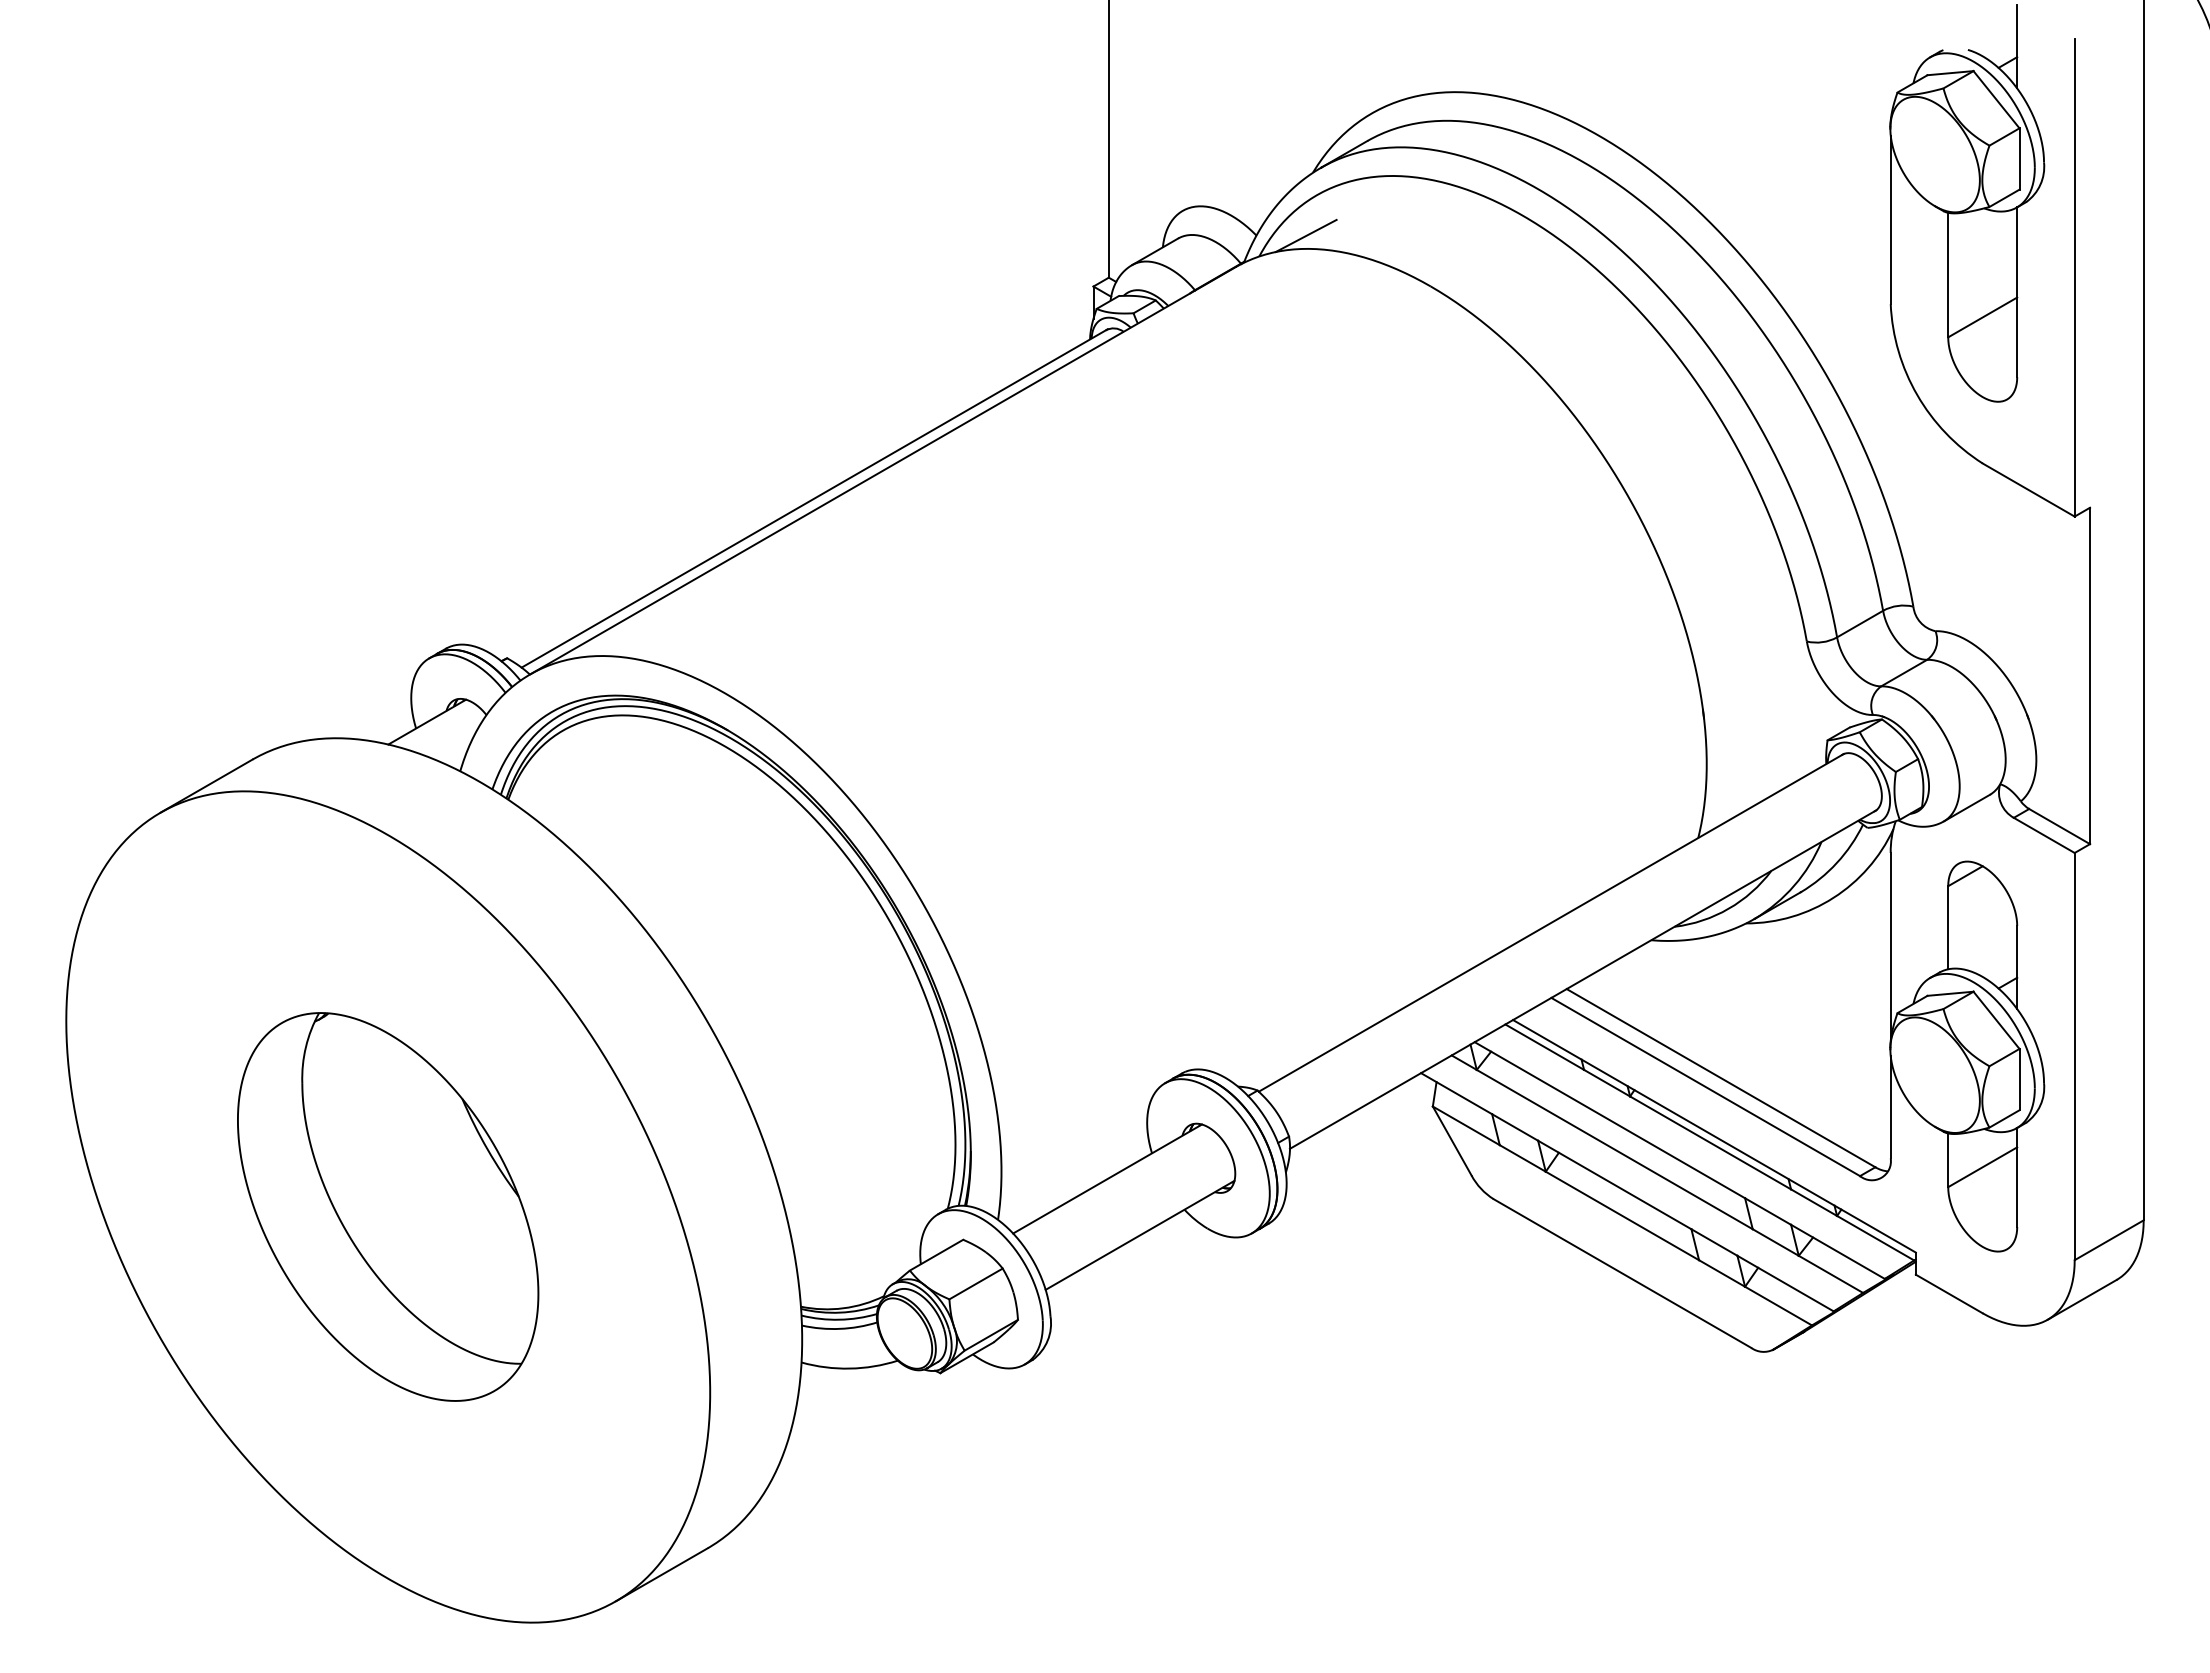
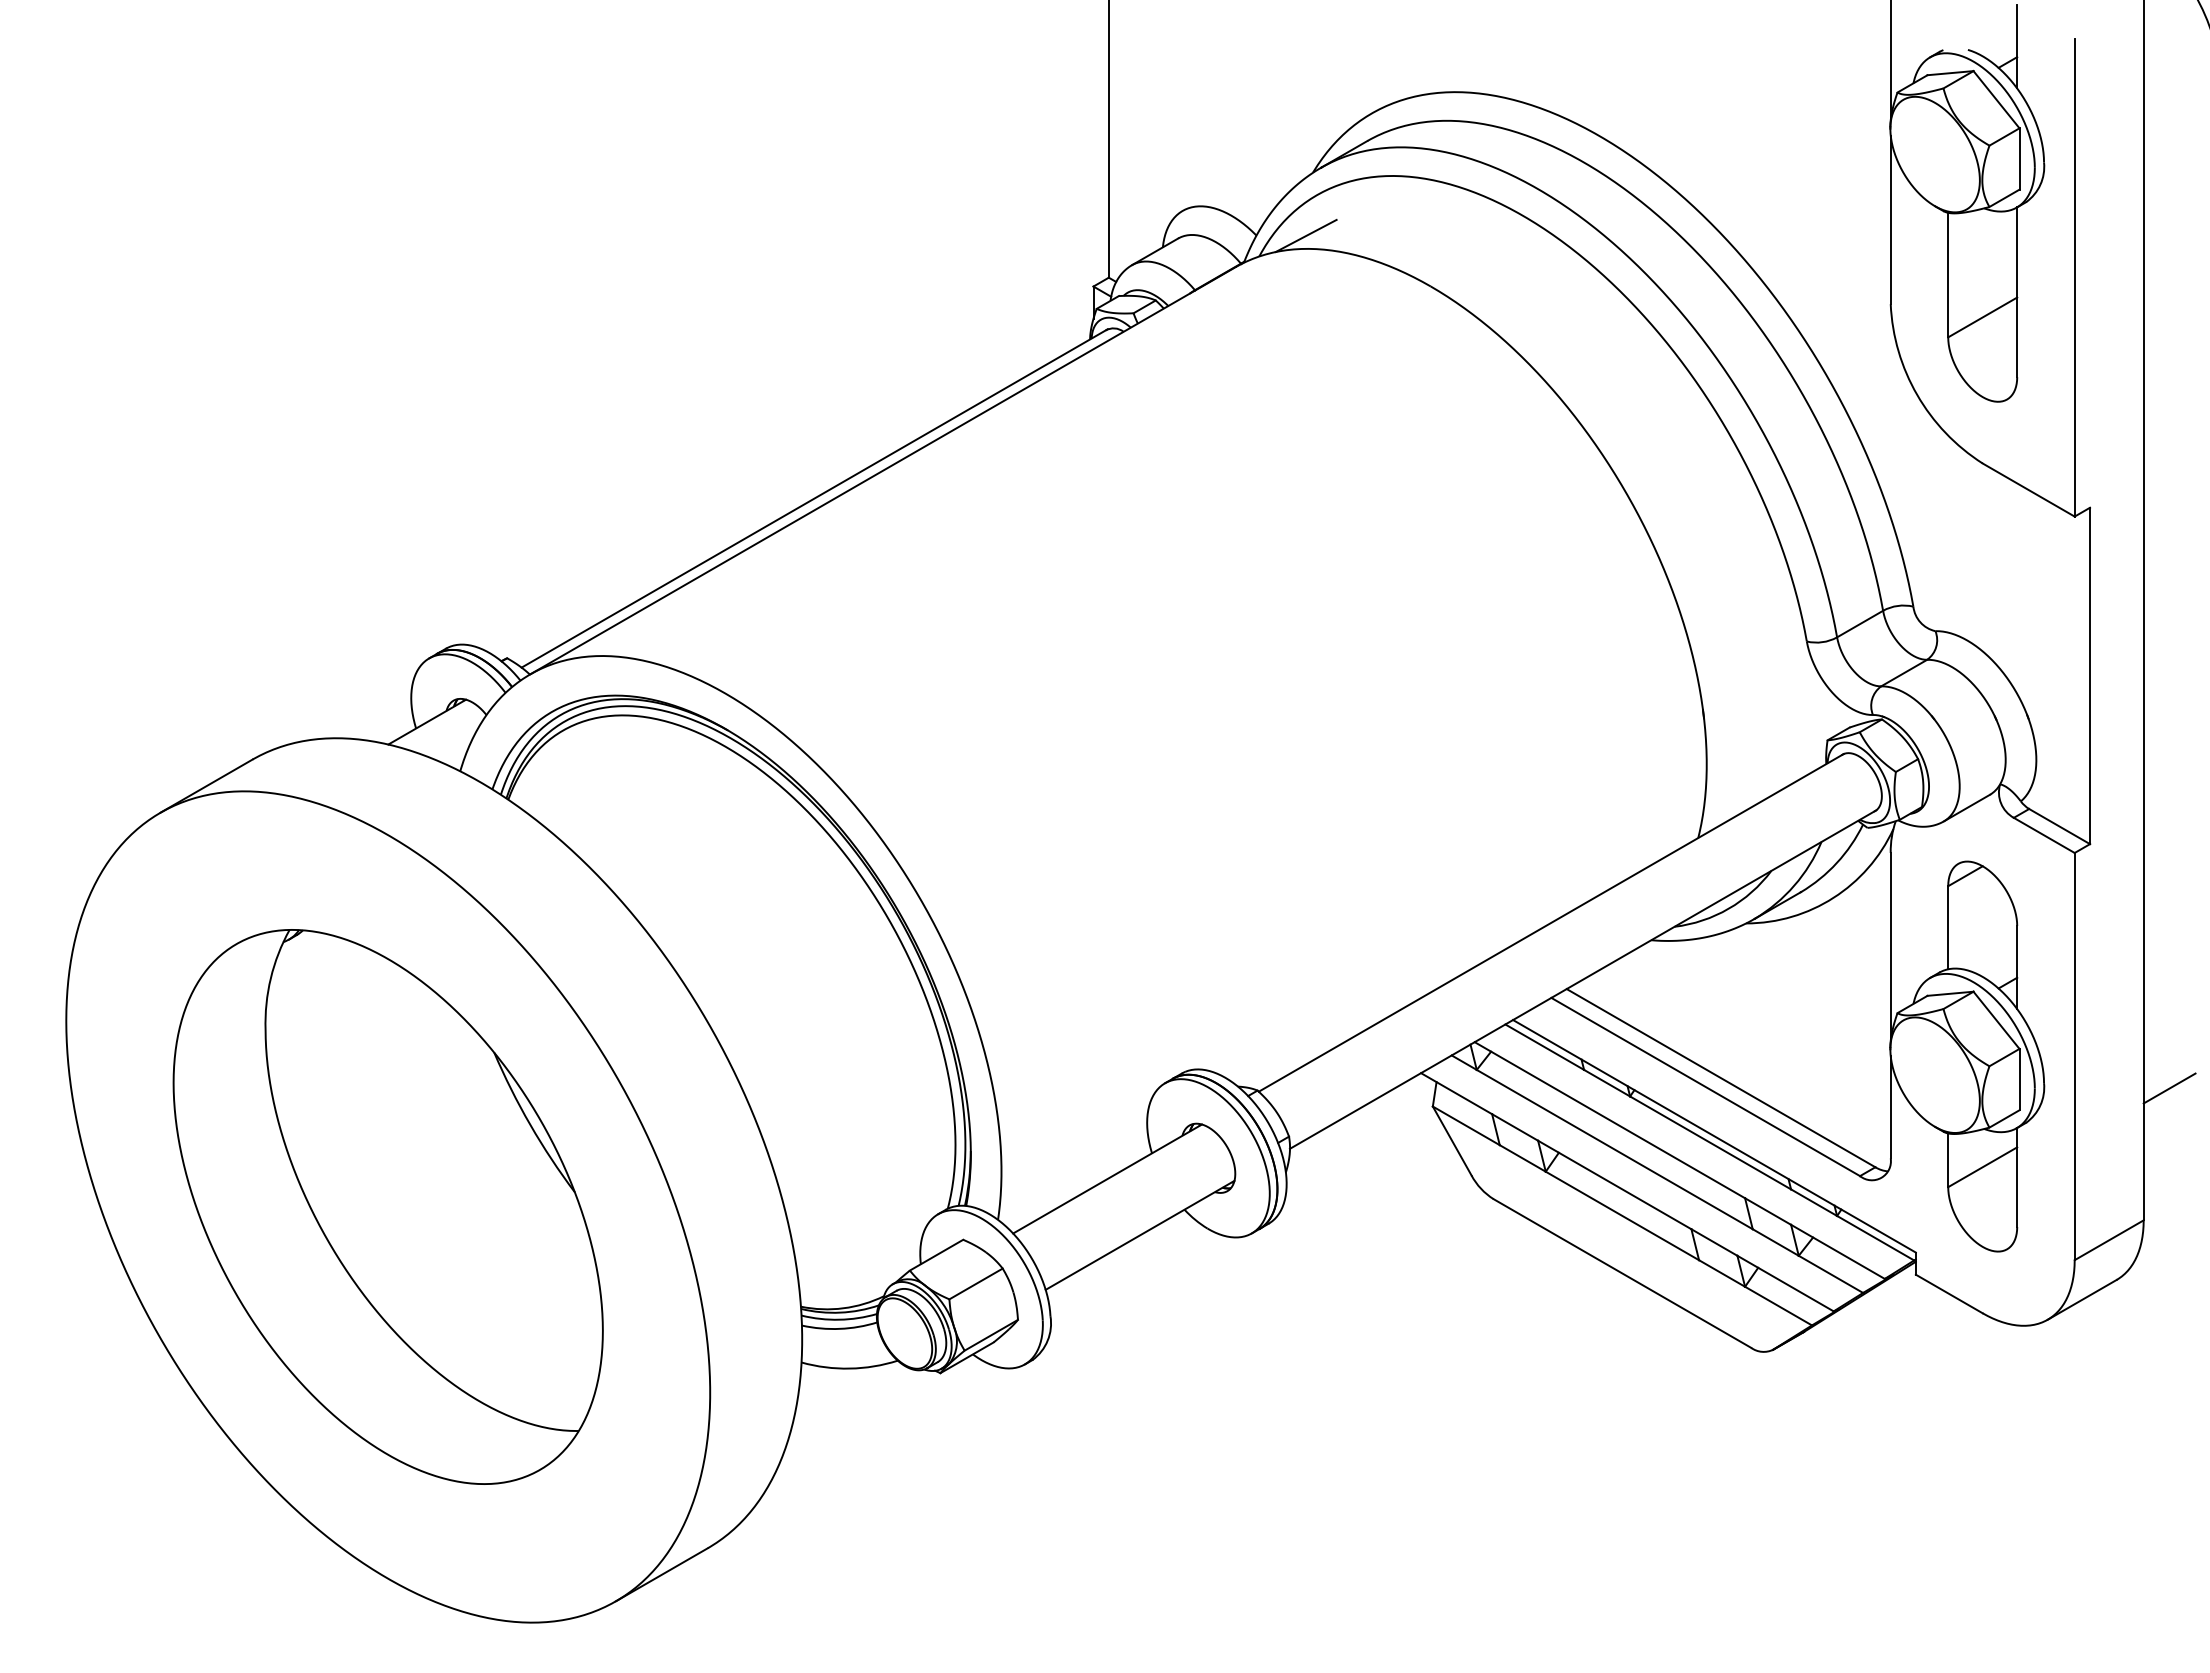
line at (1890, 61): none -> present
line at (2169, 1088): none -> present
part at (388, 1206) size: 303x390 px -> 432x556 px
